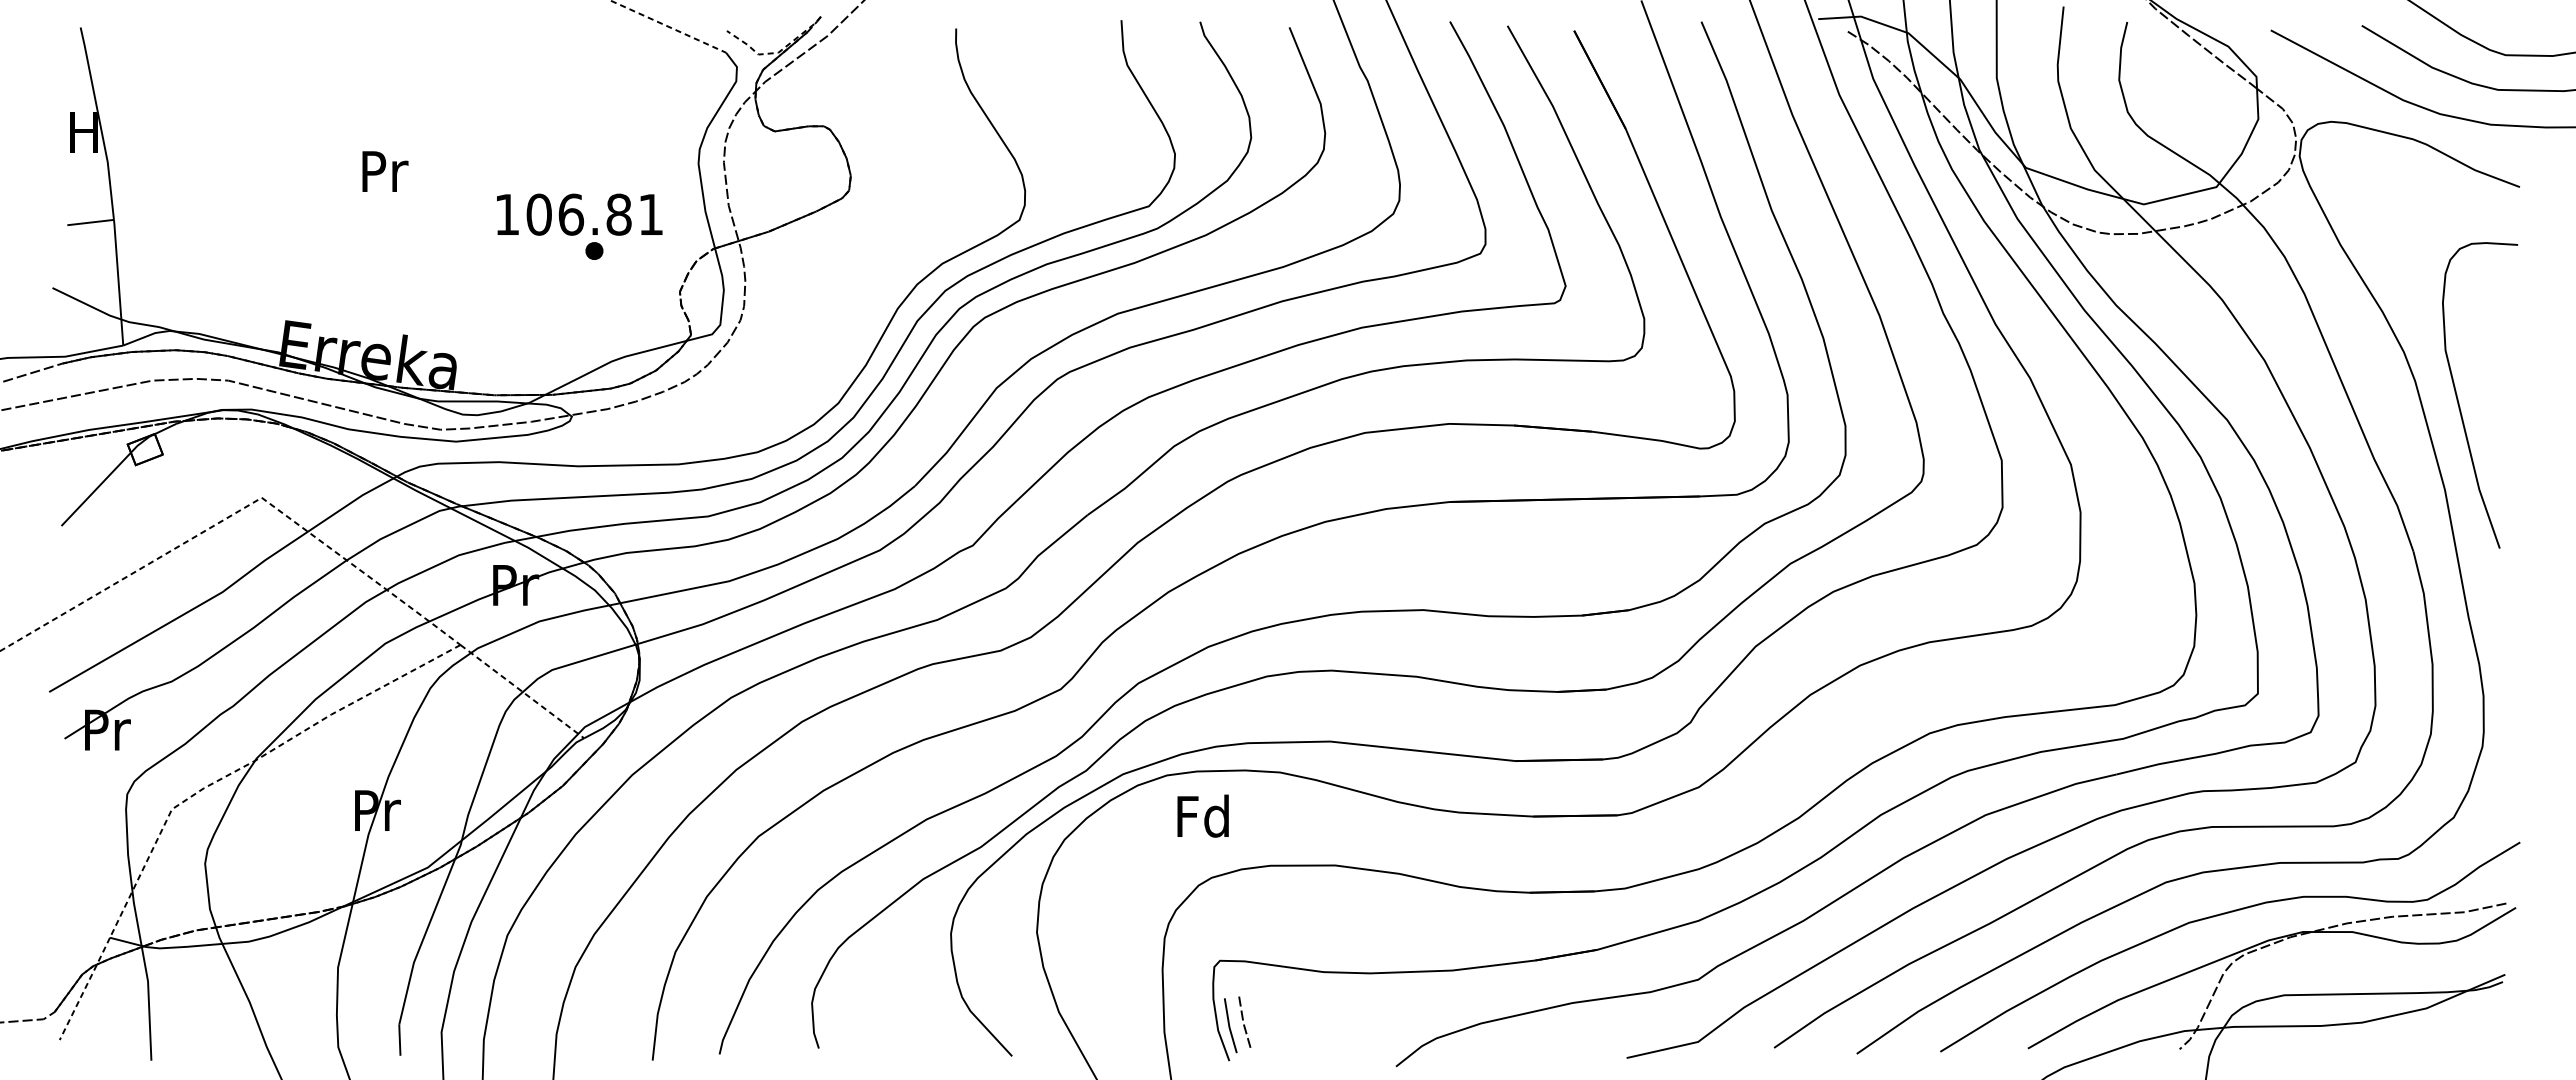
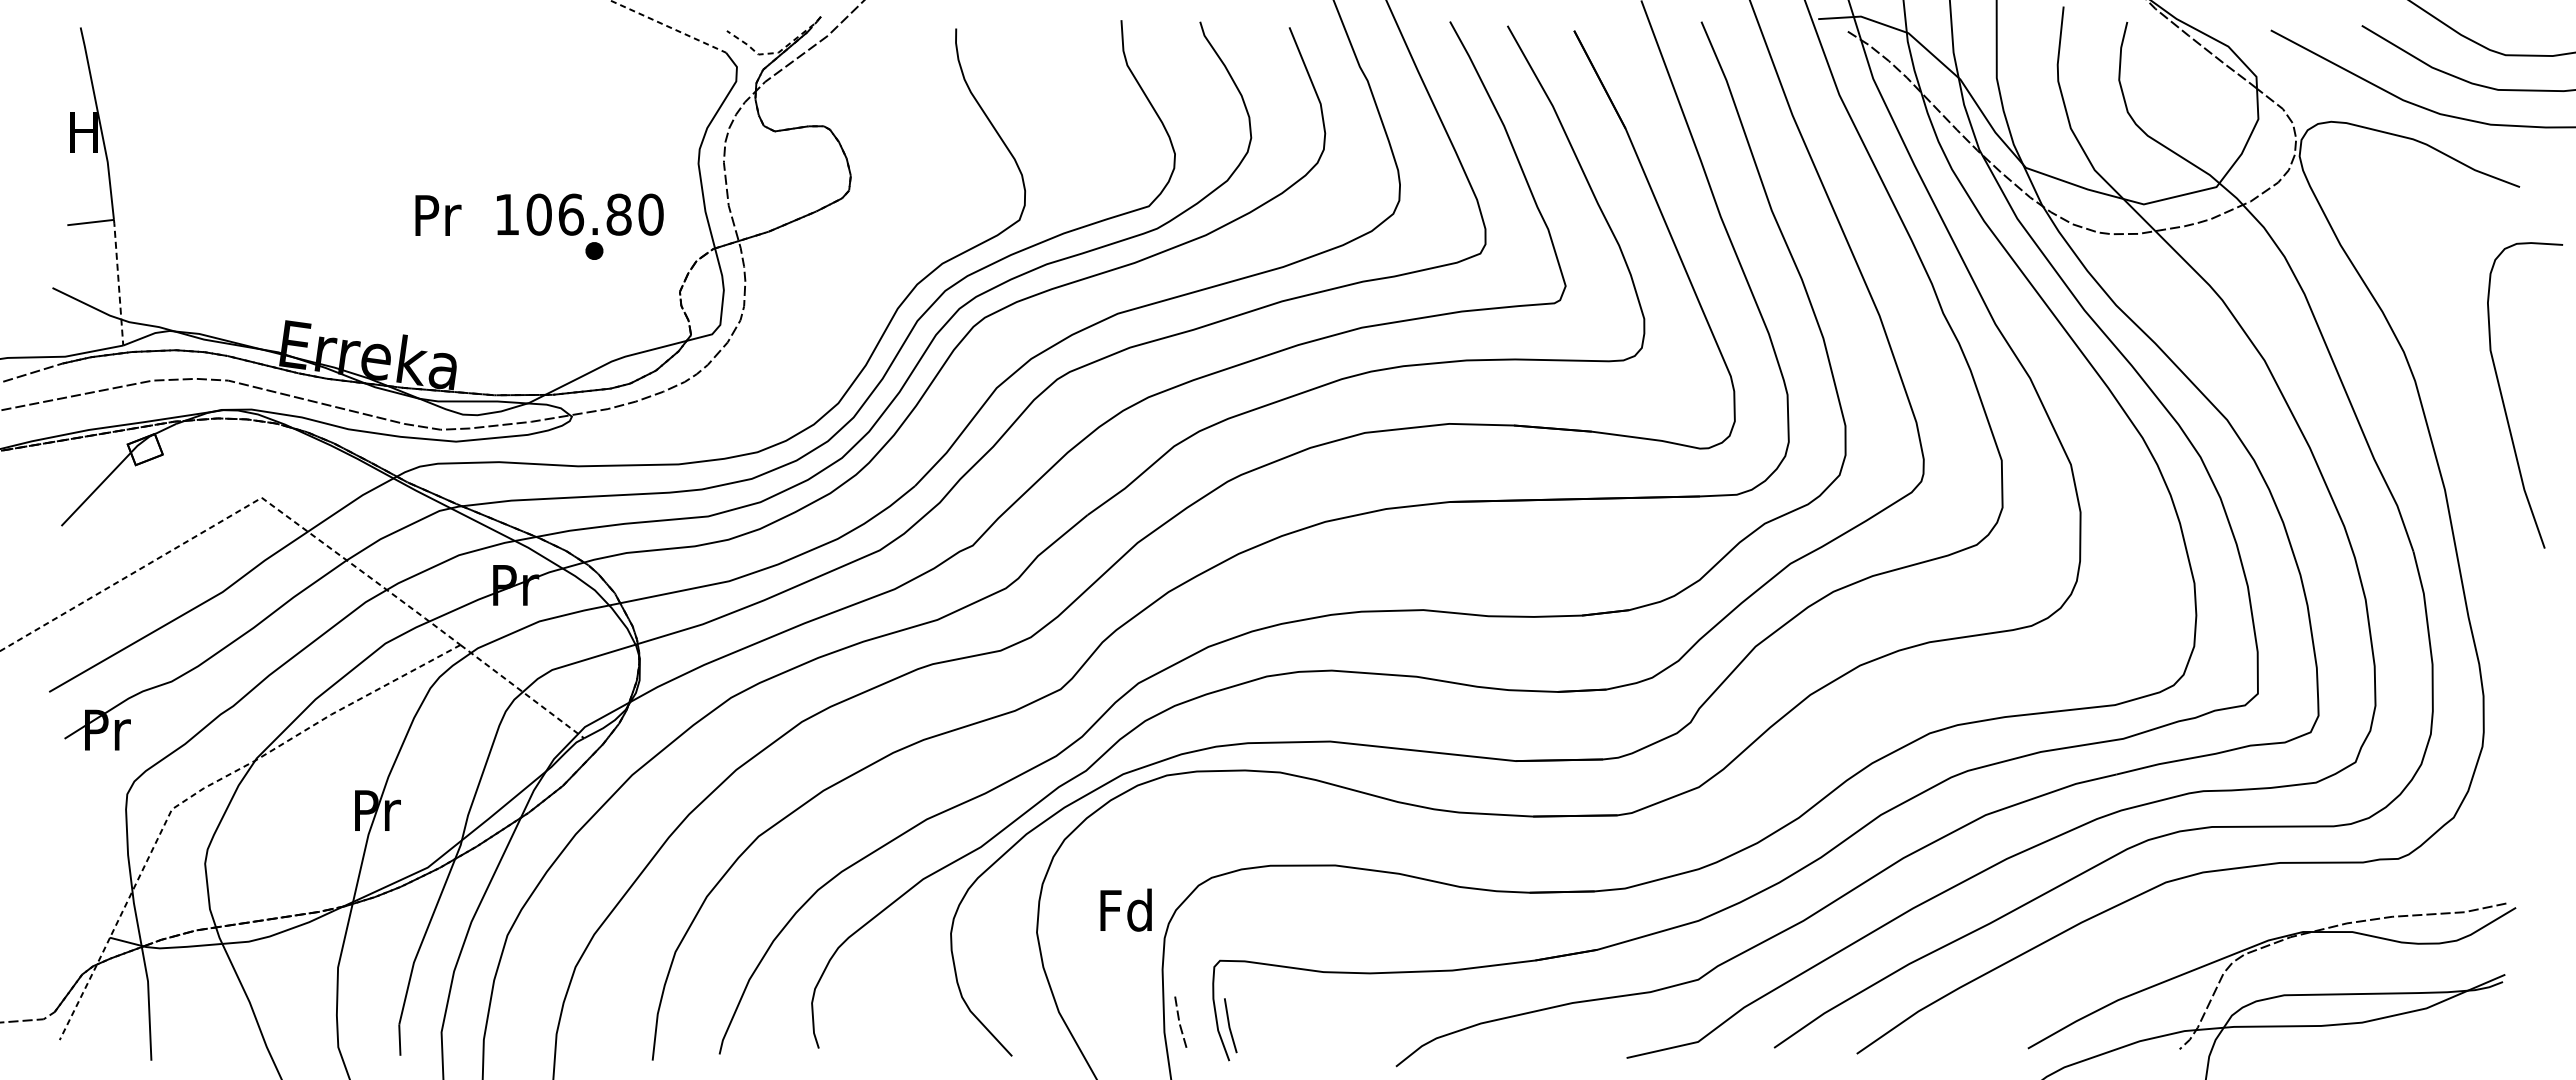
text at (385, 171) position: (385, 171) -> (438, 215)
text at (650, 214): 106.81 -> 106.80
line at (118, 281): solid -> dashed
curve at (2459, 402) position: (2459, 402) -> (2504, 402)
text at (1202, 815) position: (1202, 815) -> (1125, 909)
curve at (2221, 915): present -> none
line at (1243, 1020) position: (1243, 1020) -> (1179, 1020)
